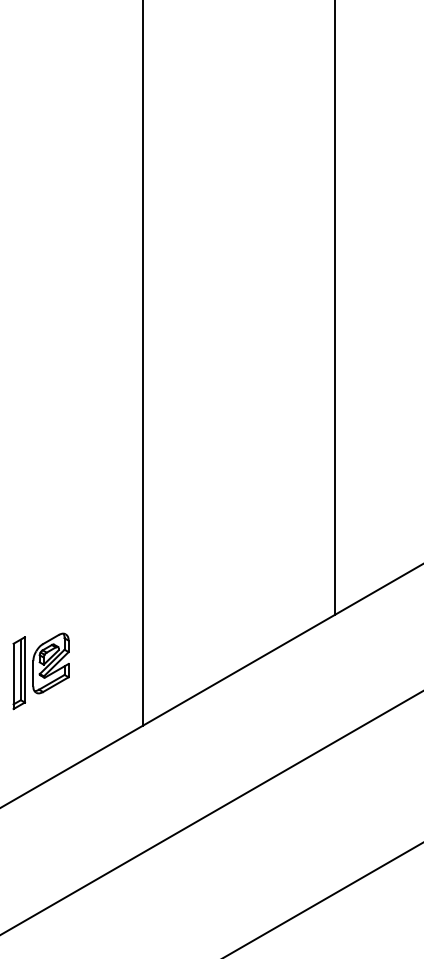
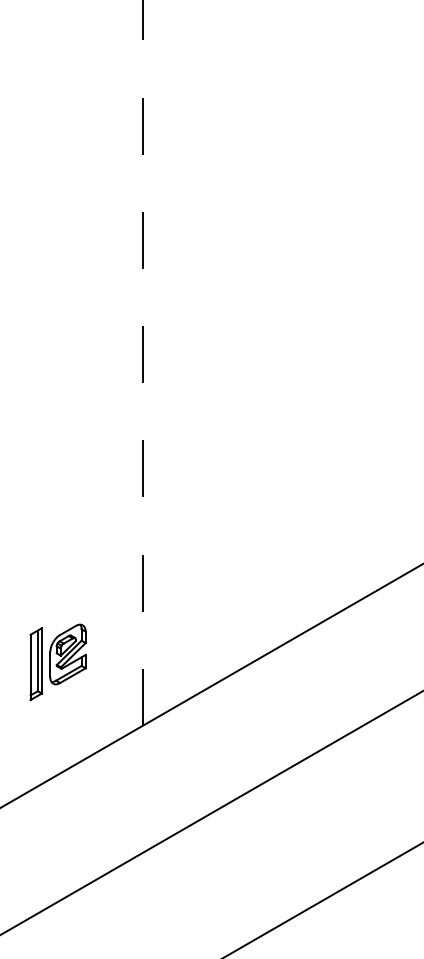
line at (335, 308): present -> none
line at (142, 363): solid -> dashed
part at (40, 671) position: (40, 671) -> (57, 662)
